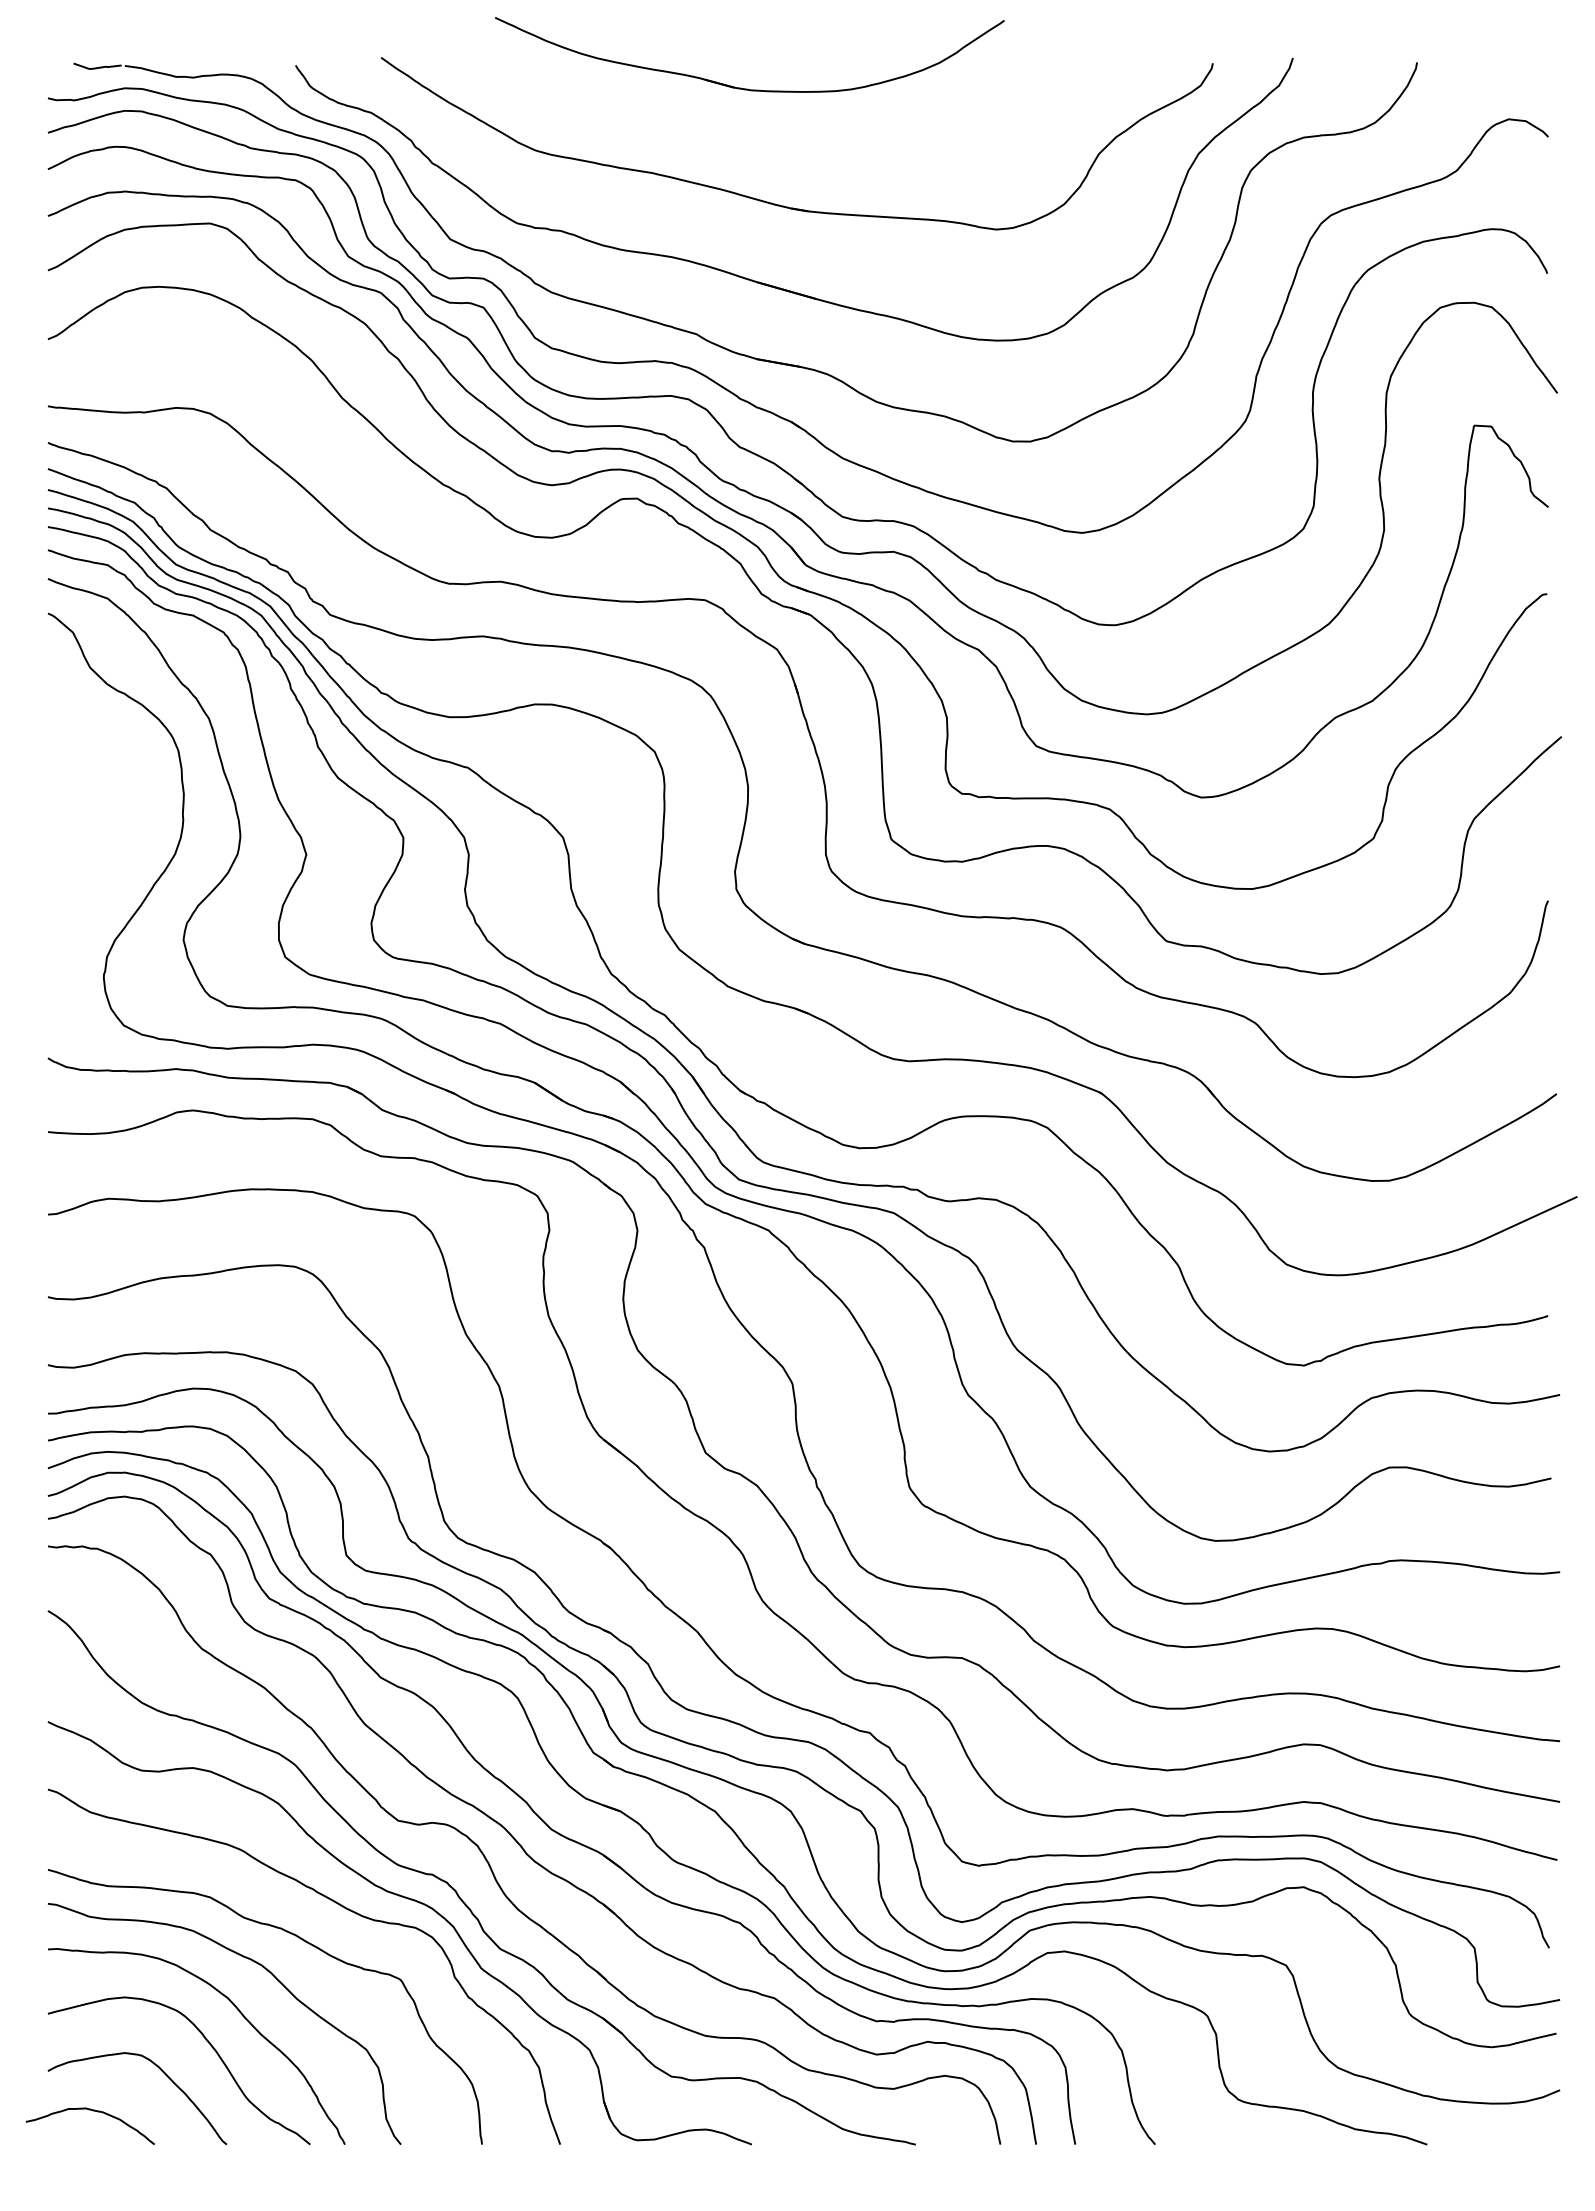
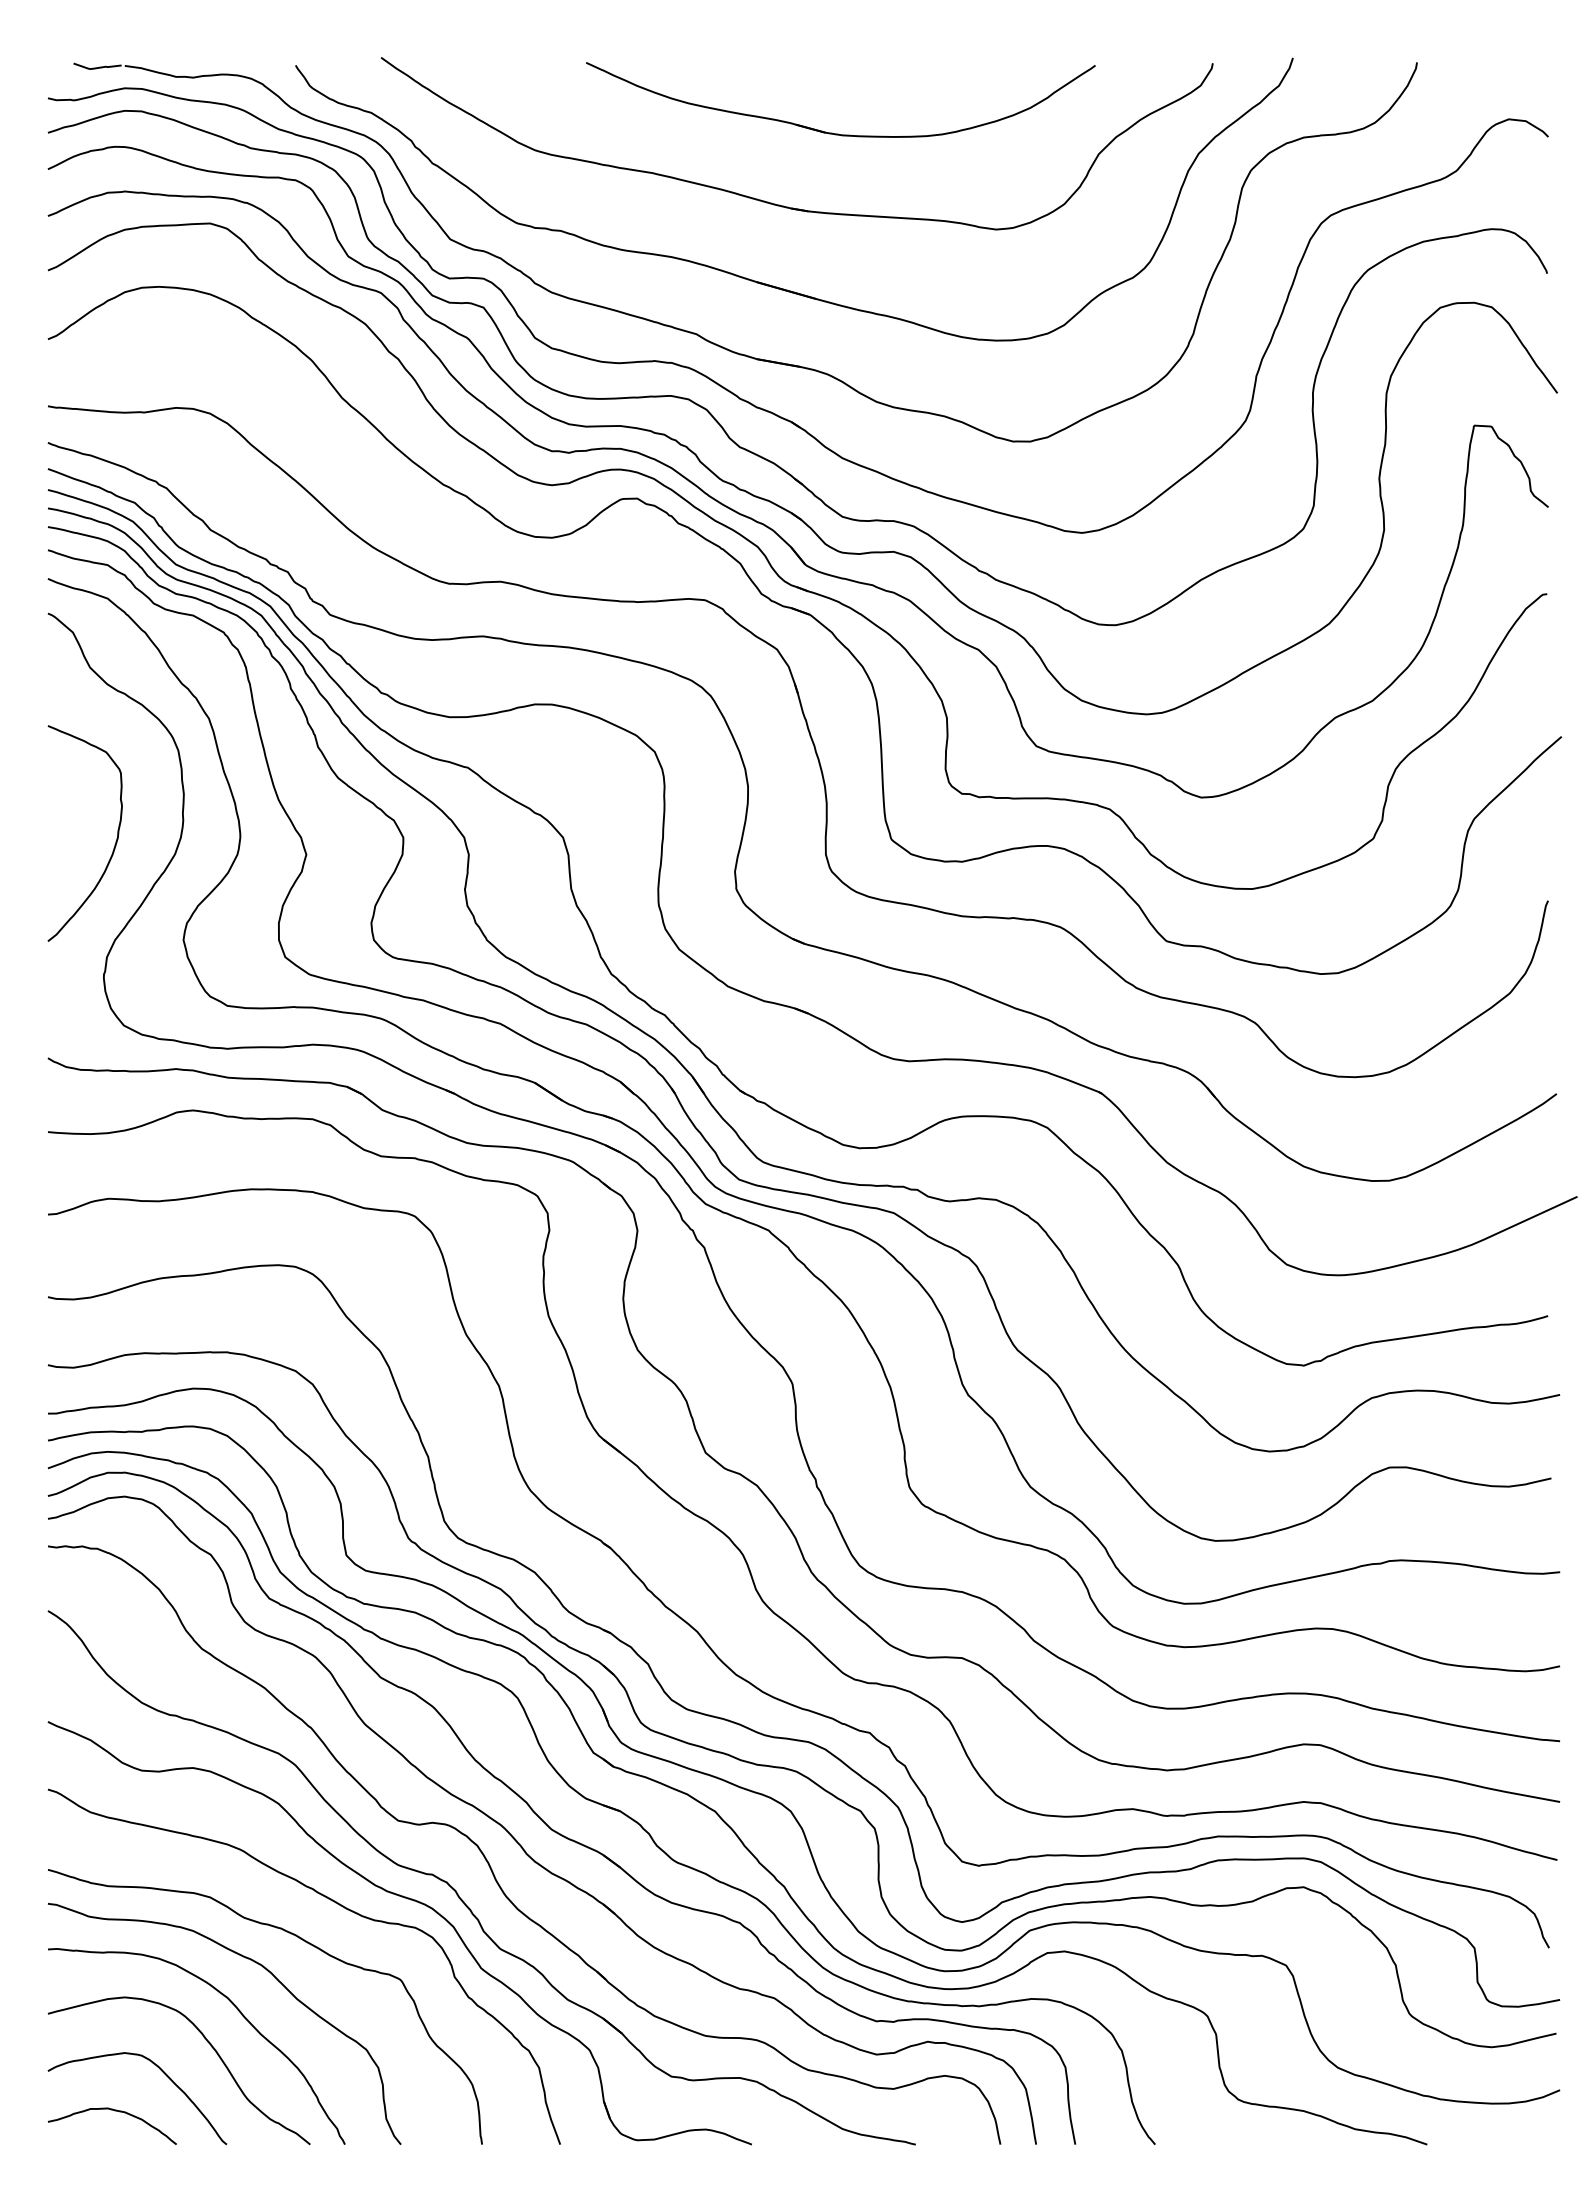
part at (741, 87) position: (741, 87) -> (832, 132)
curve at (114, 844): none -> present
curve at (92, 2111) position: (92, 2111) -> (114, 2111)
